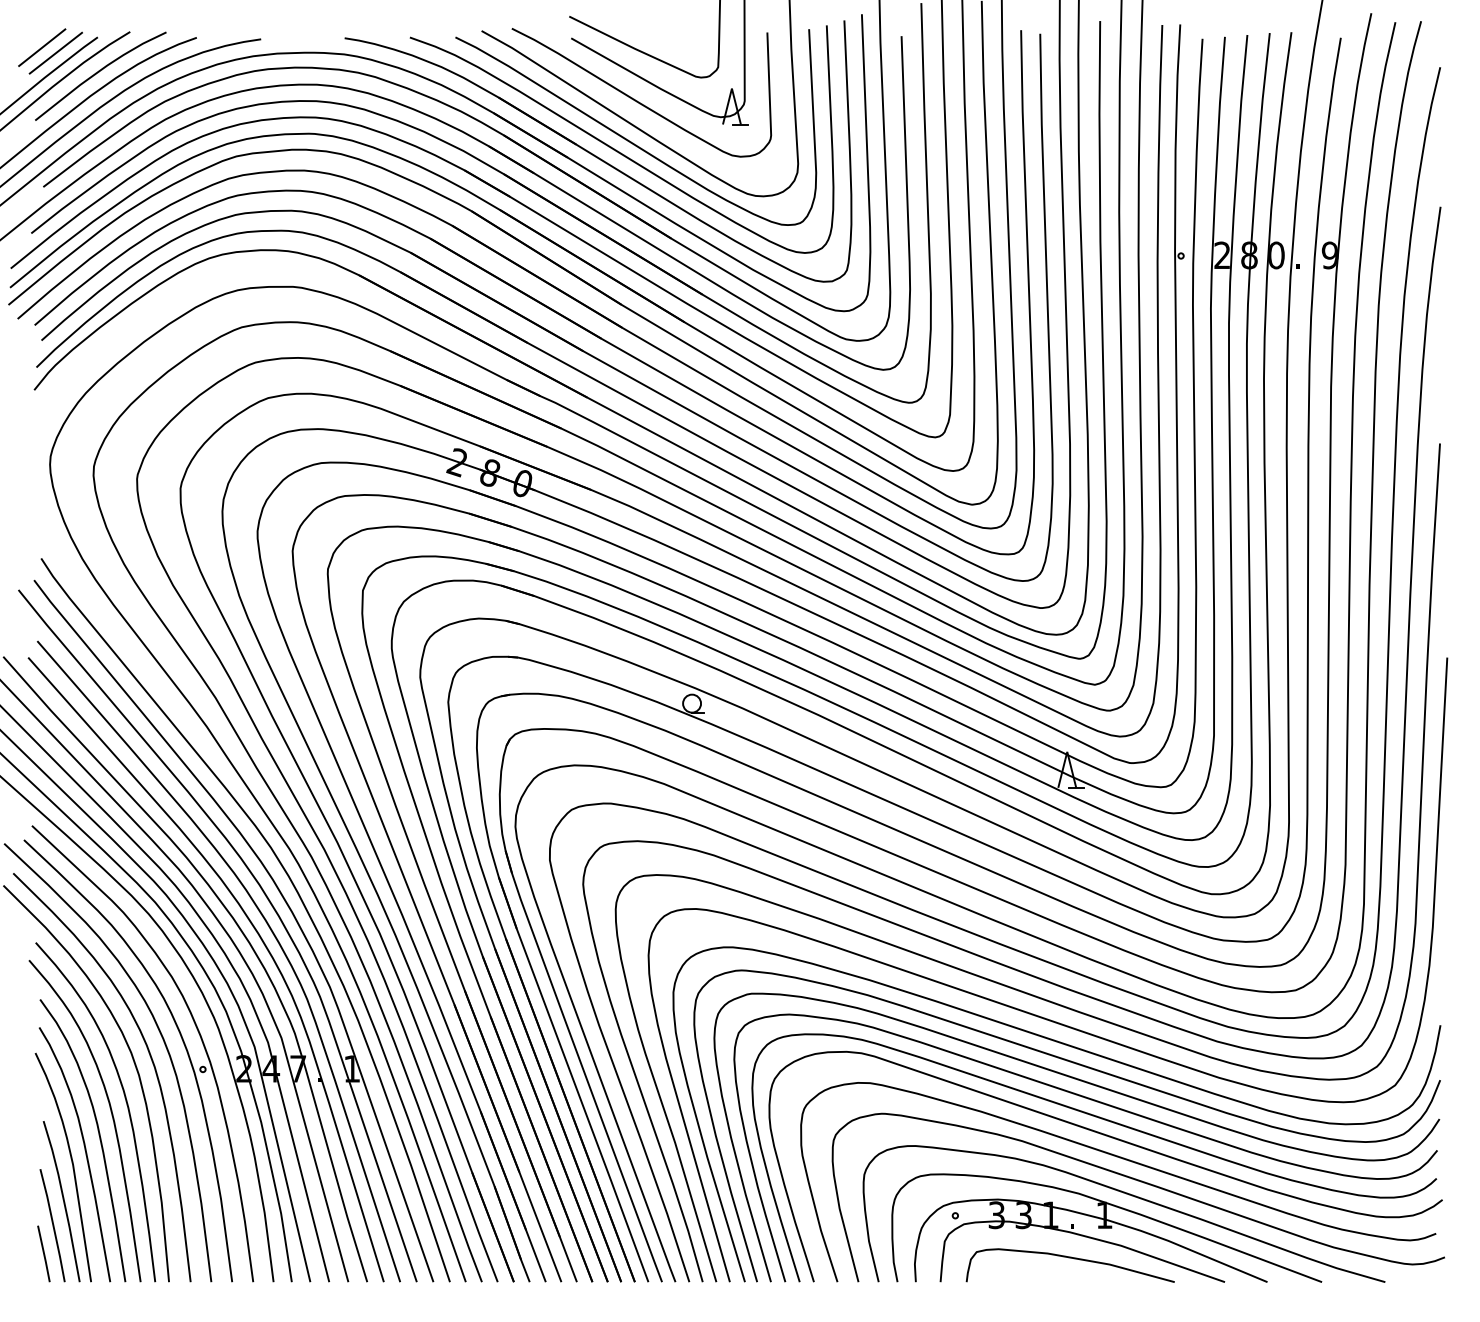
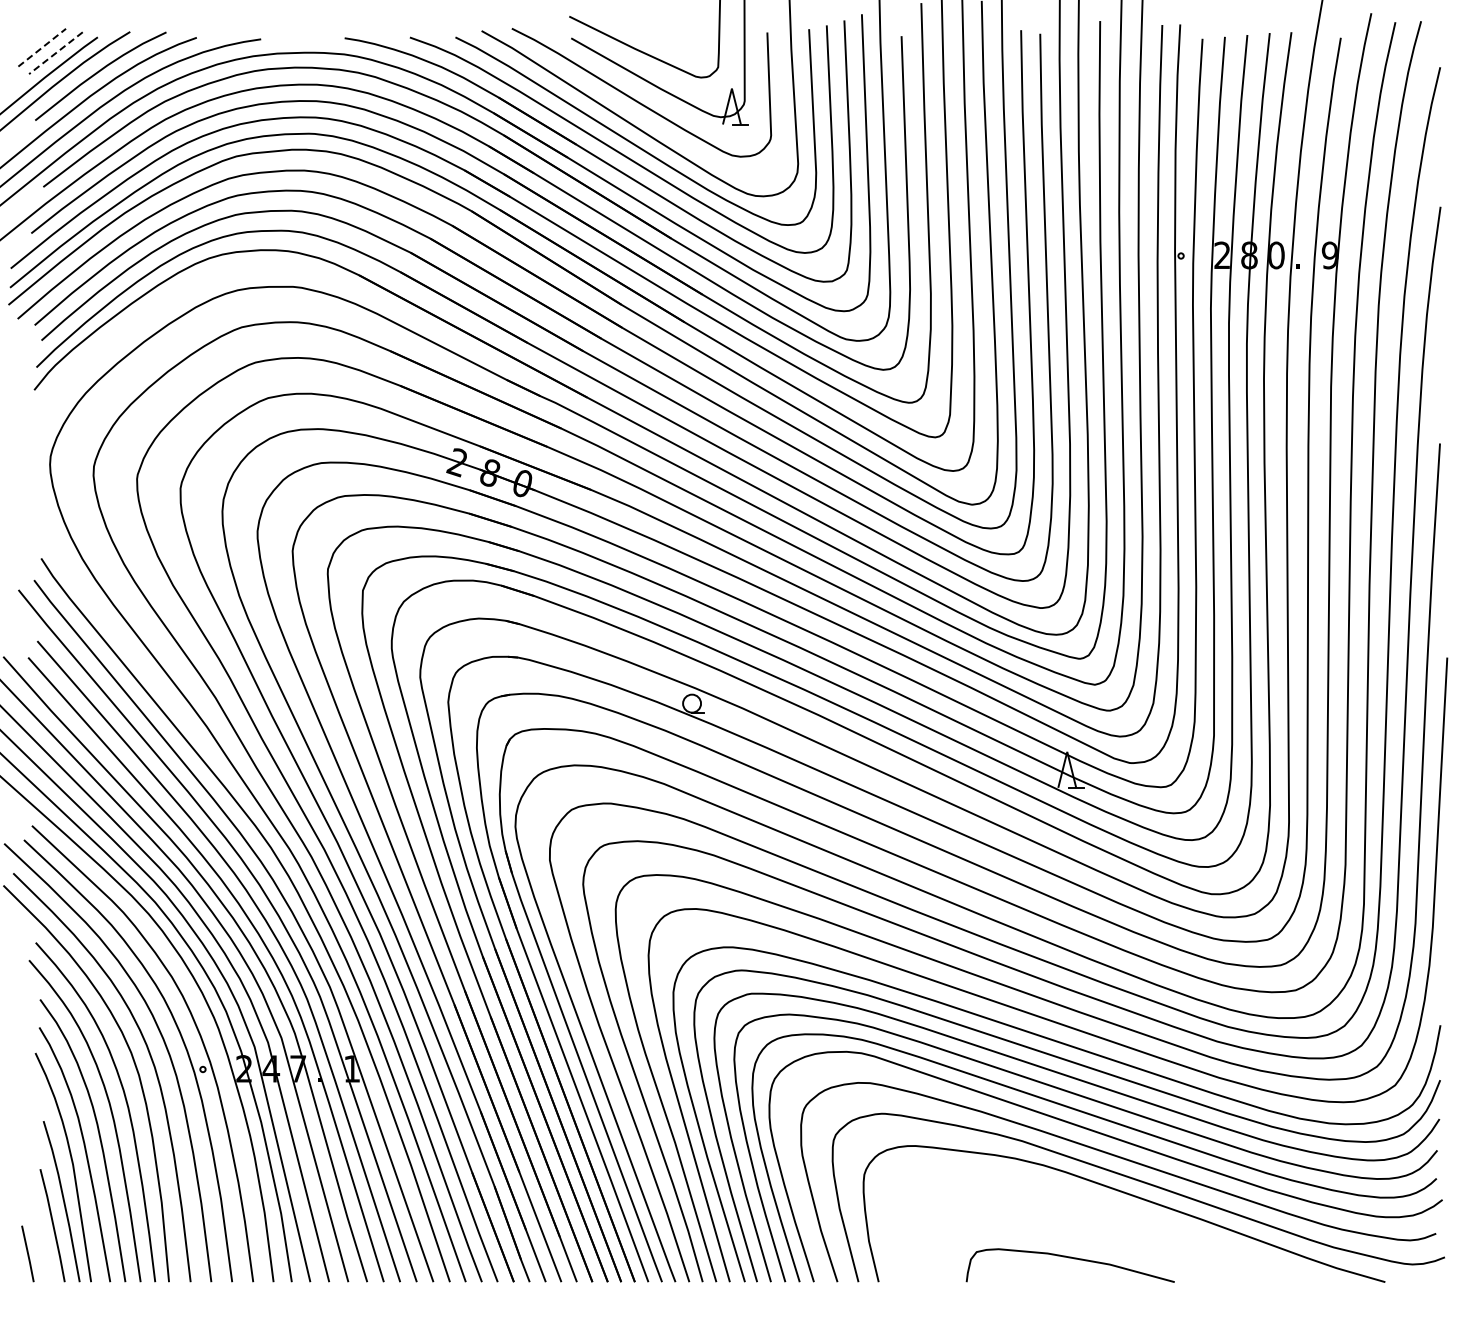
line at (42, 47): solid -> dashed
line at (55, 53): solid -> dashed
part at (1106, 1227): present -> none
line at (43, 1253) position: (43, 1253) -> (27, 1253)
